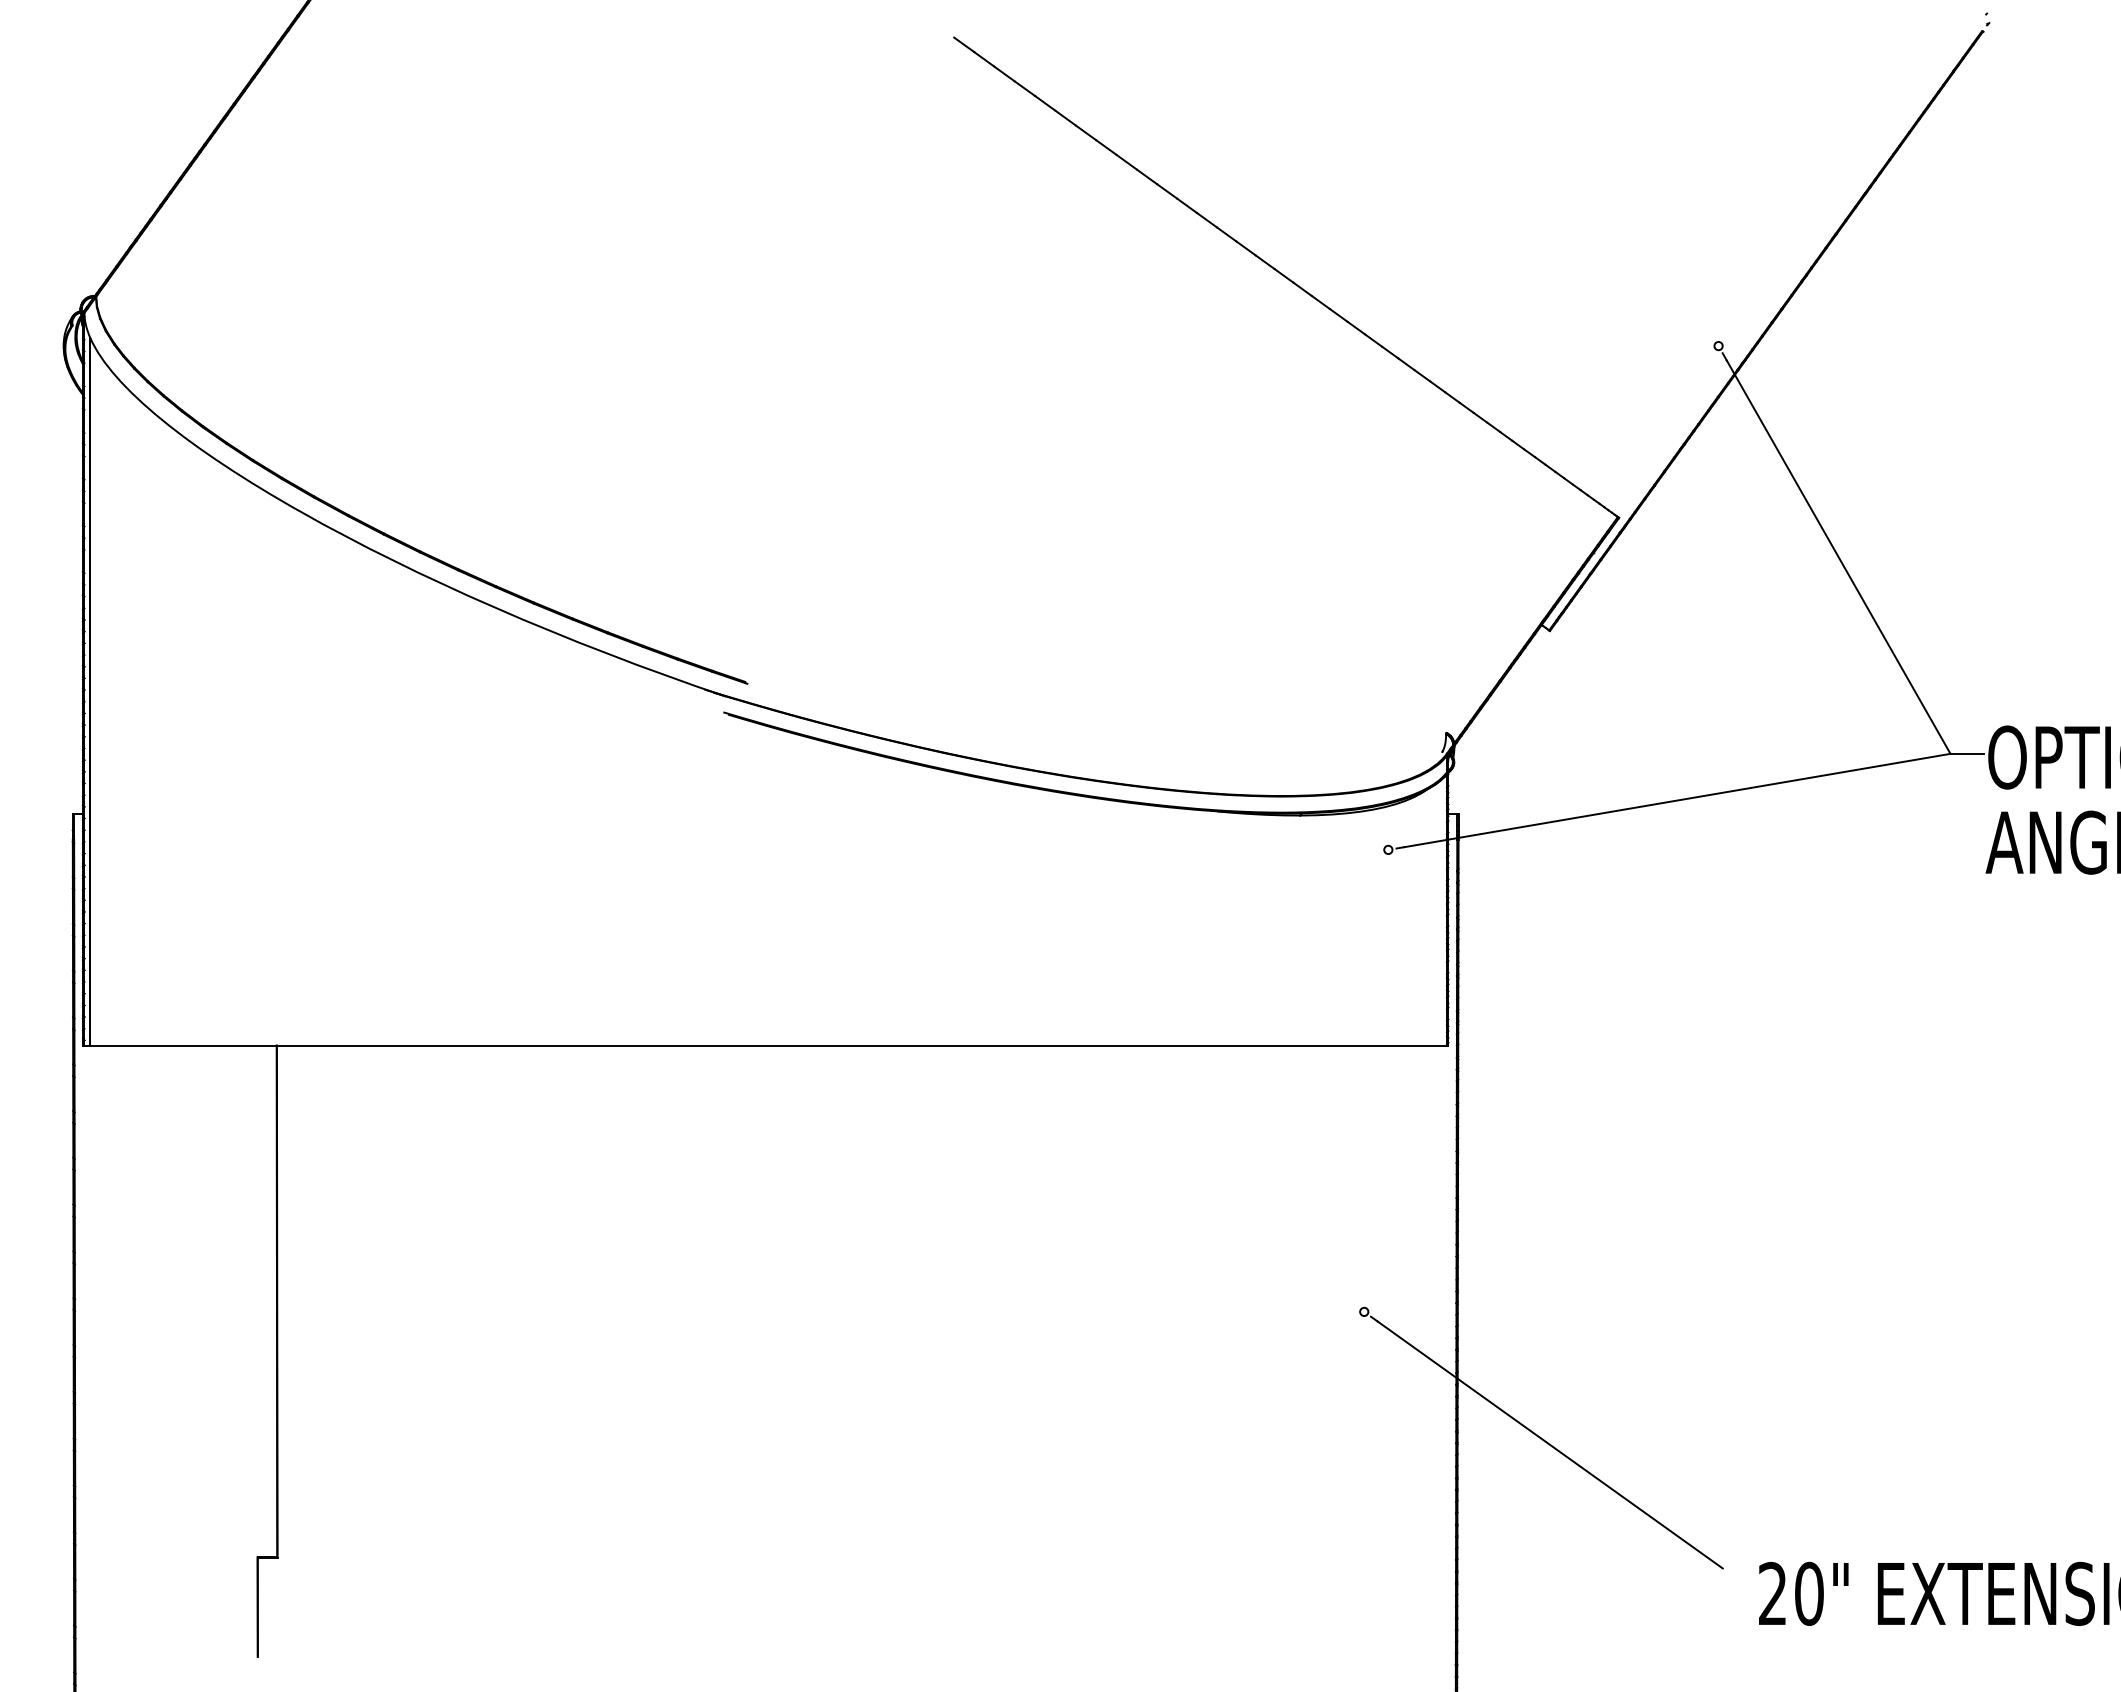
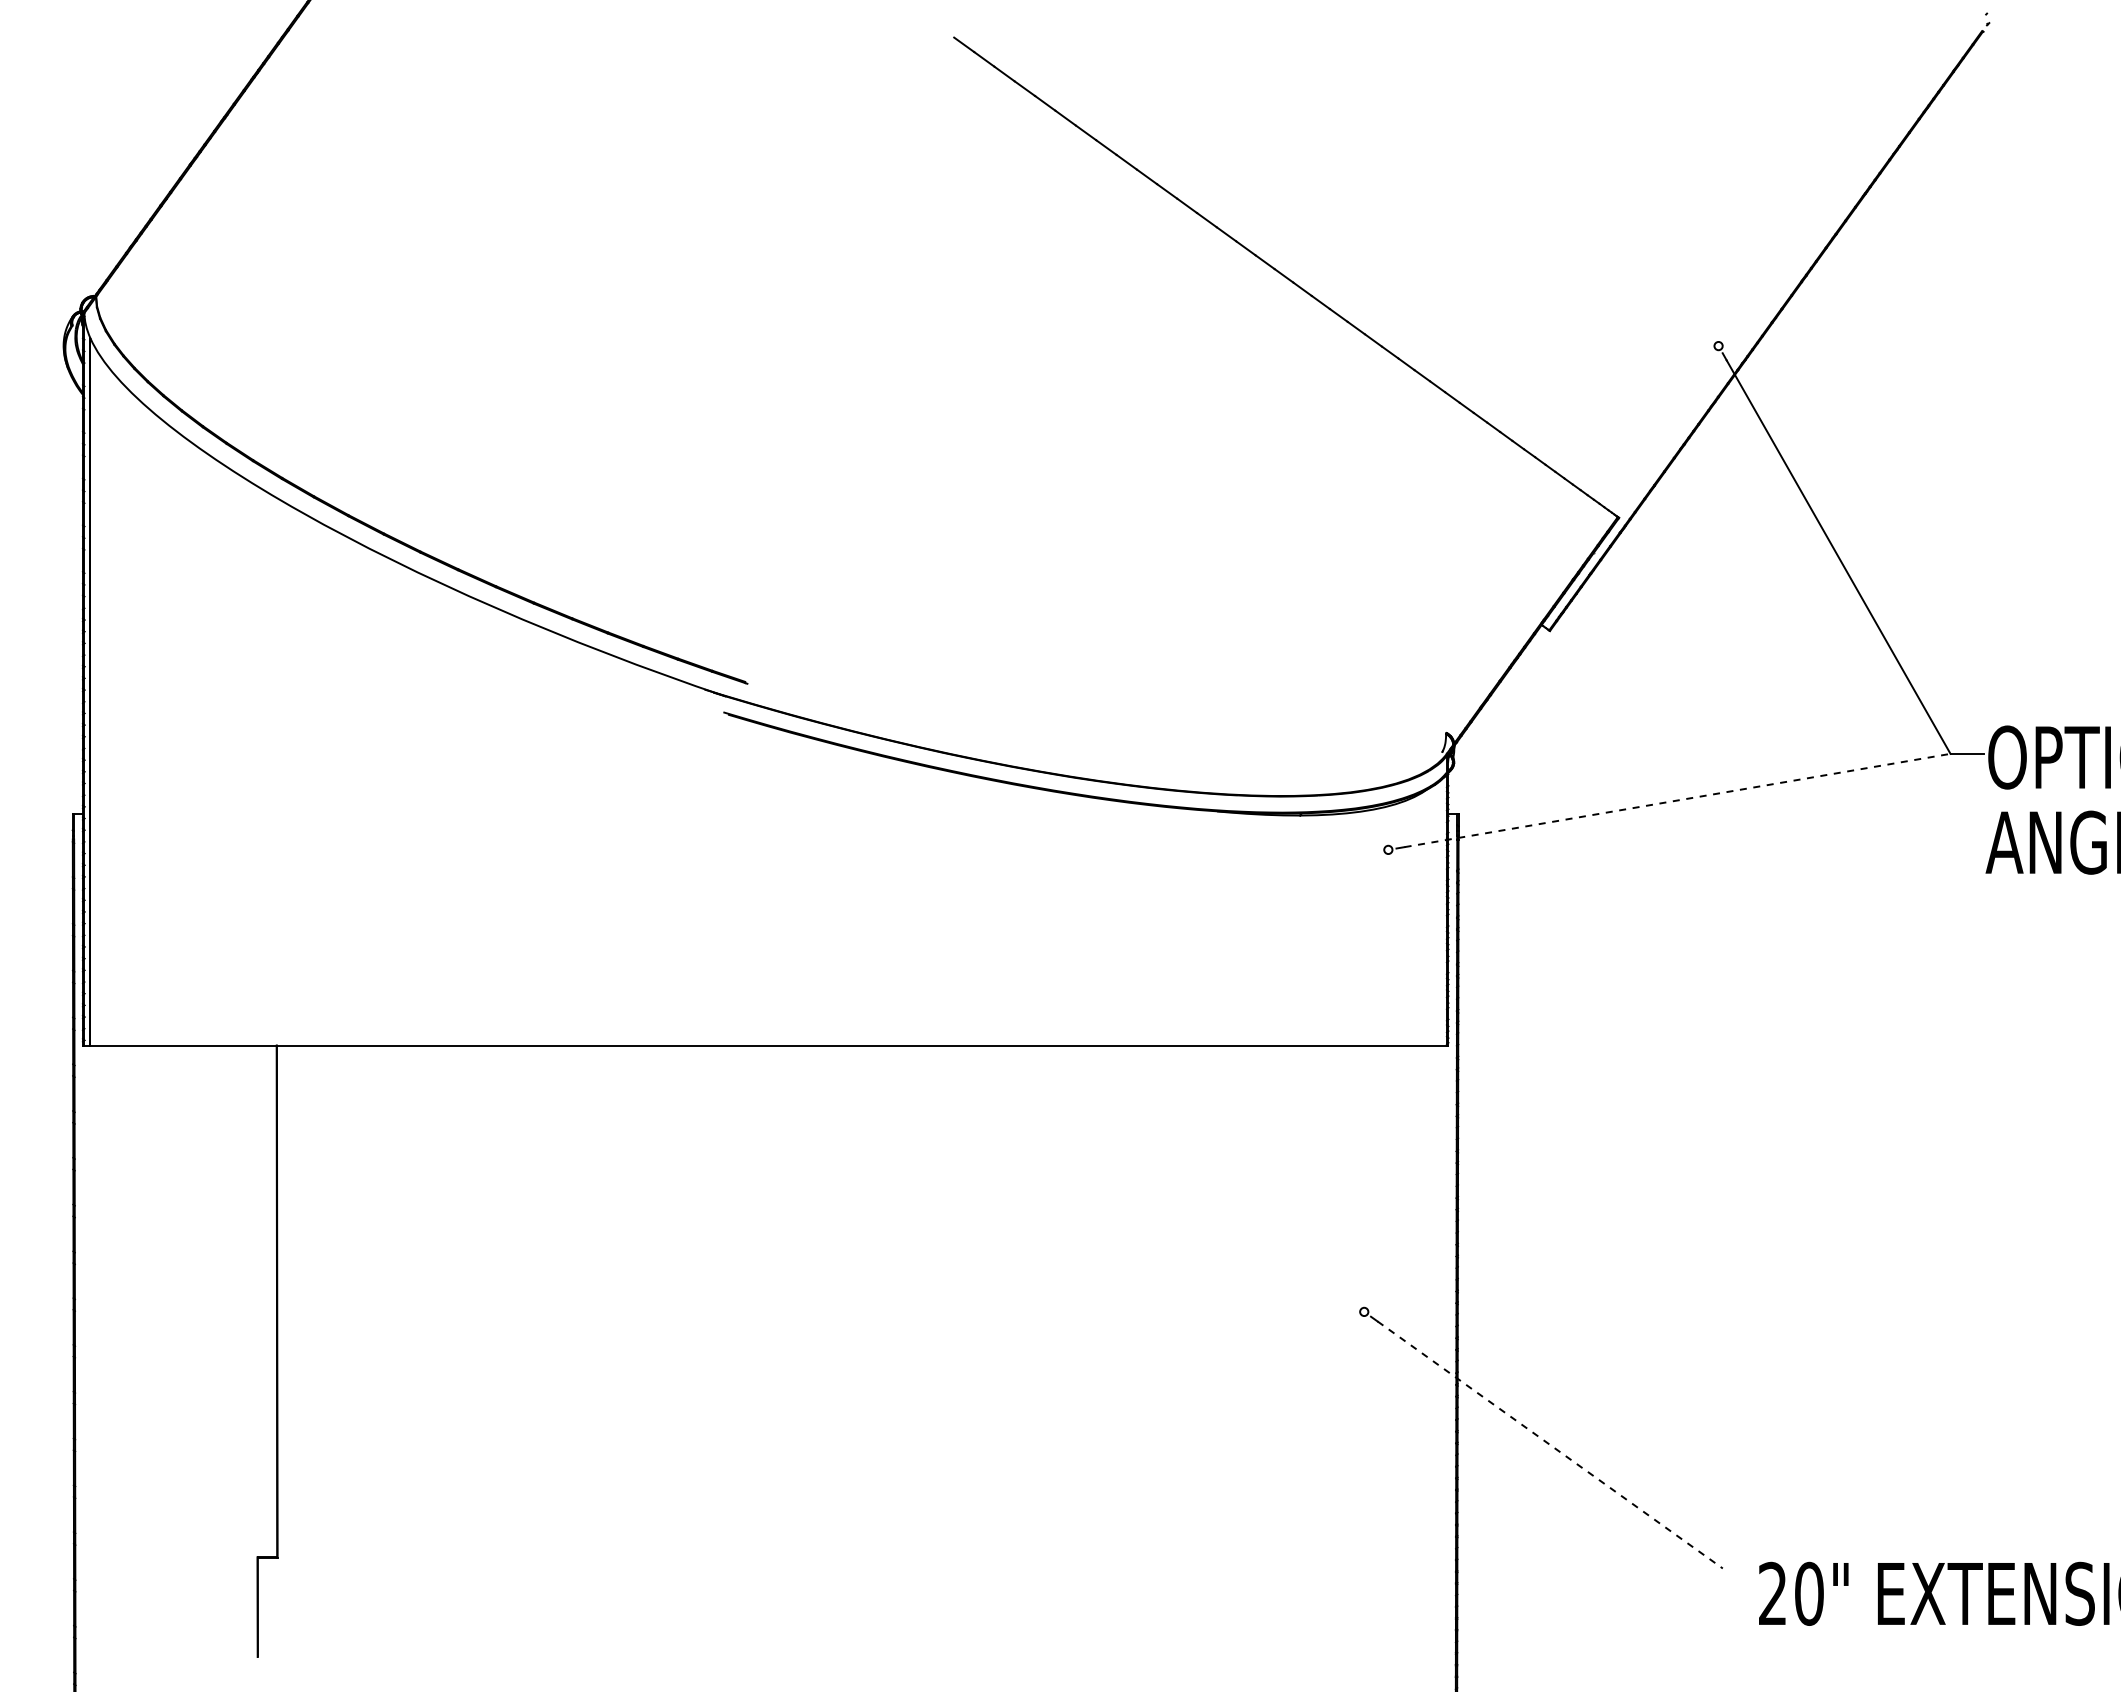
line at (1677, 800): solid -> dashed
line at (1550, 1445): solid -> dashed
